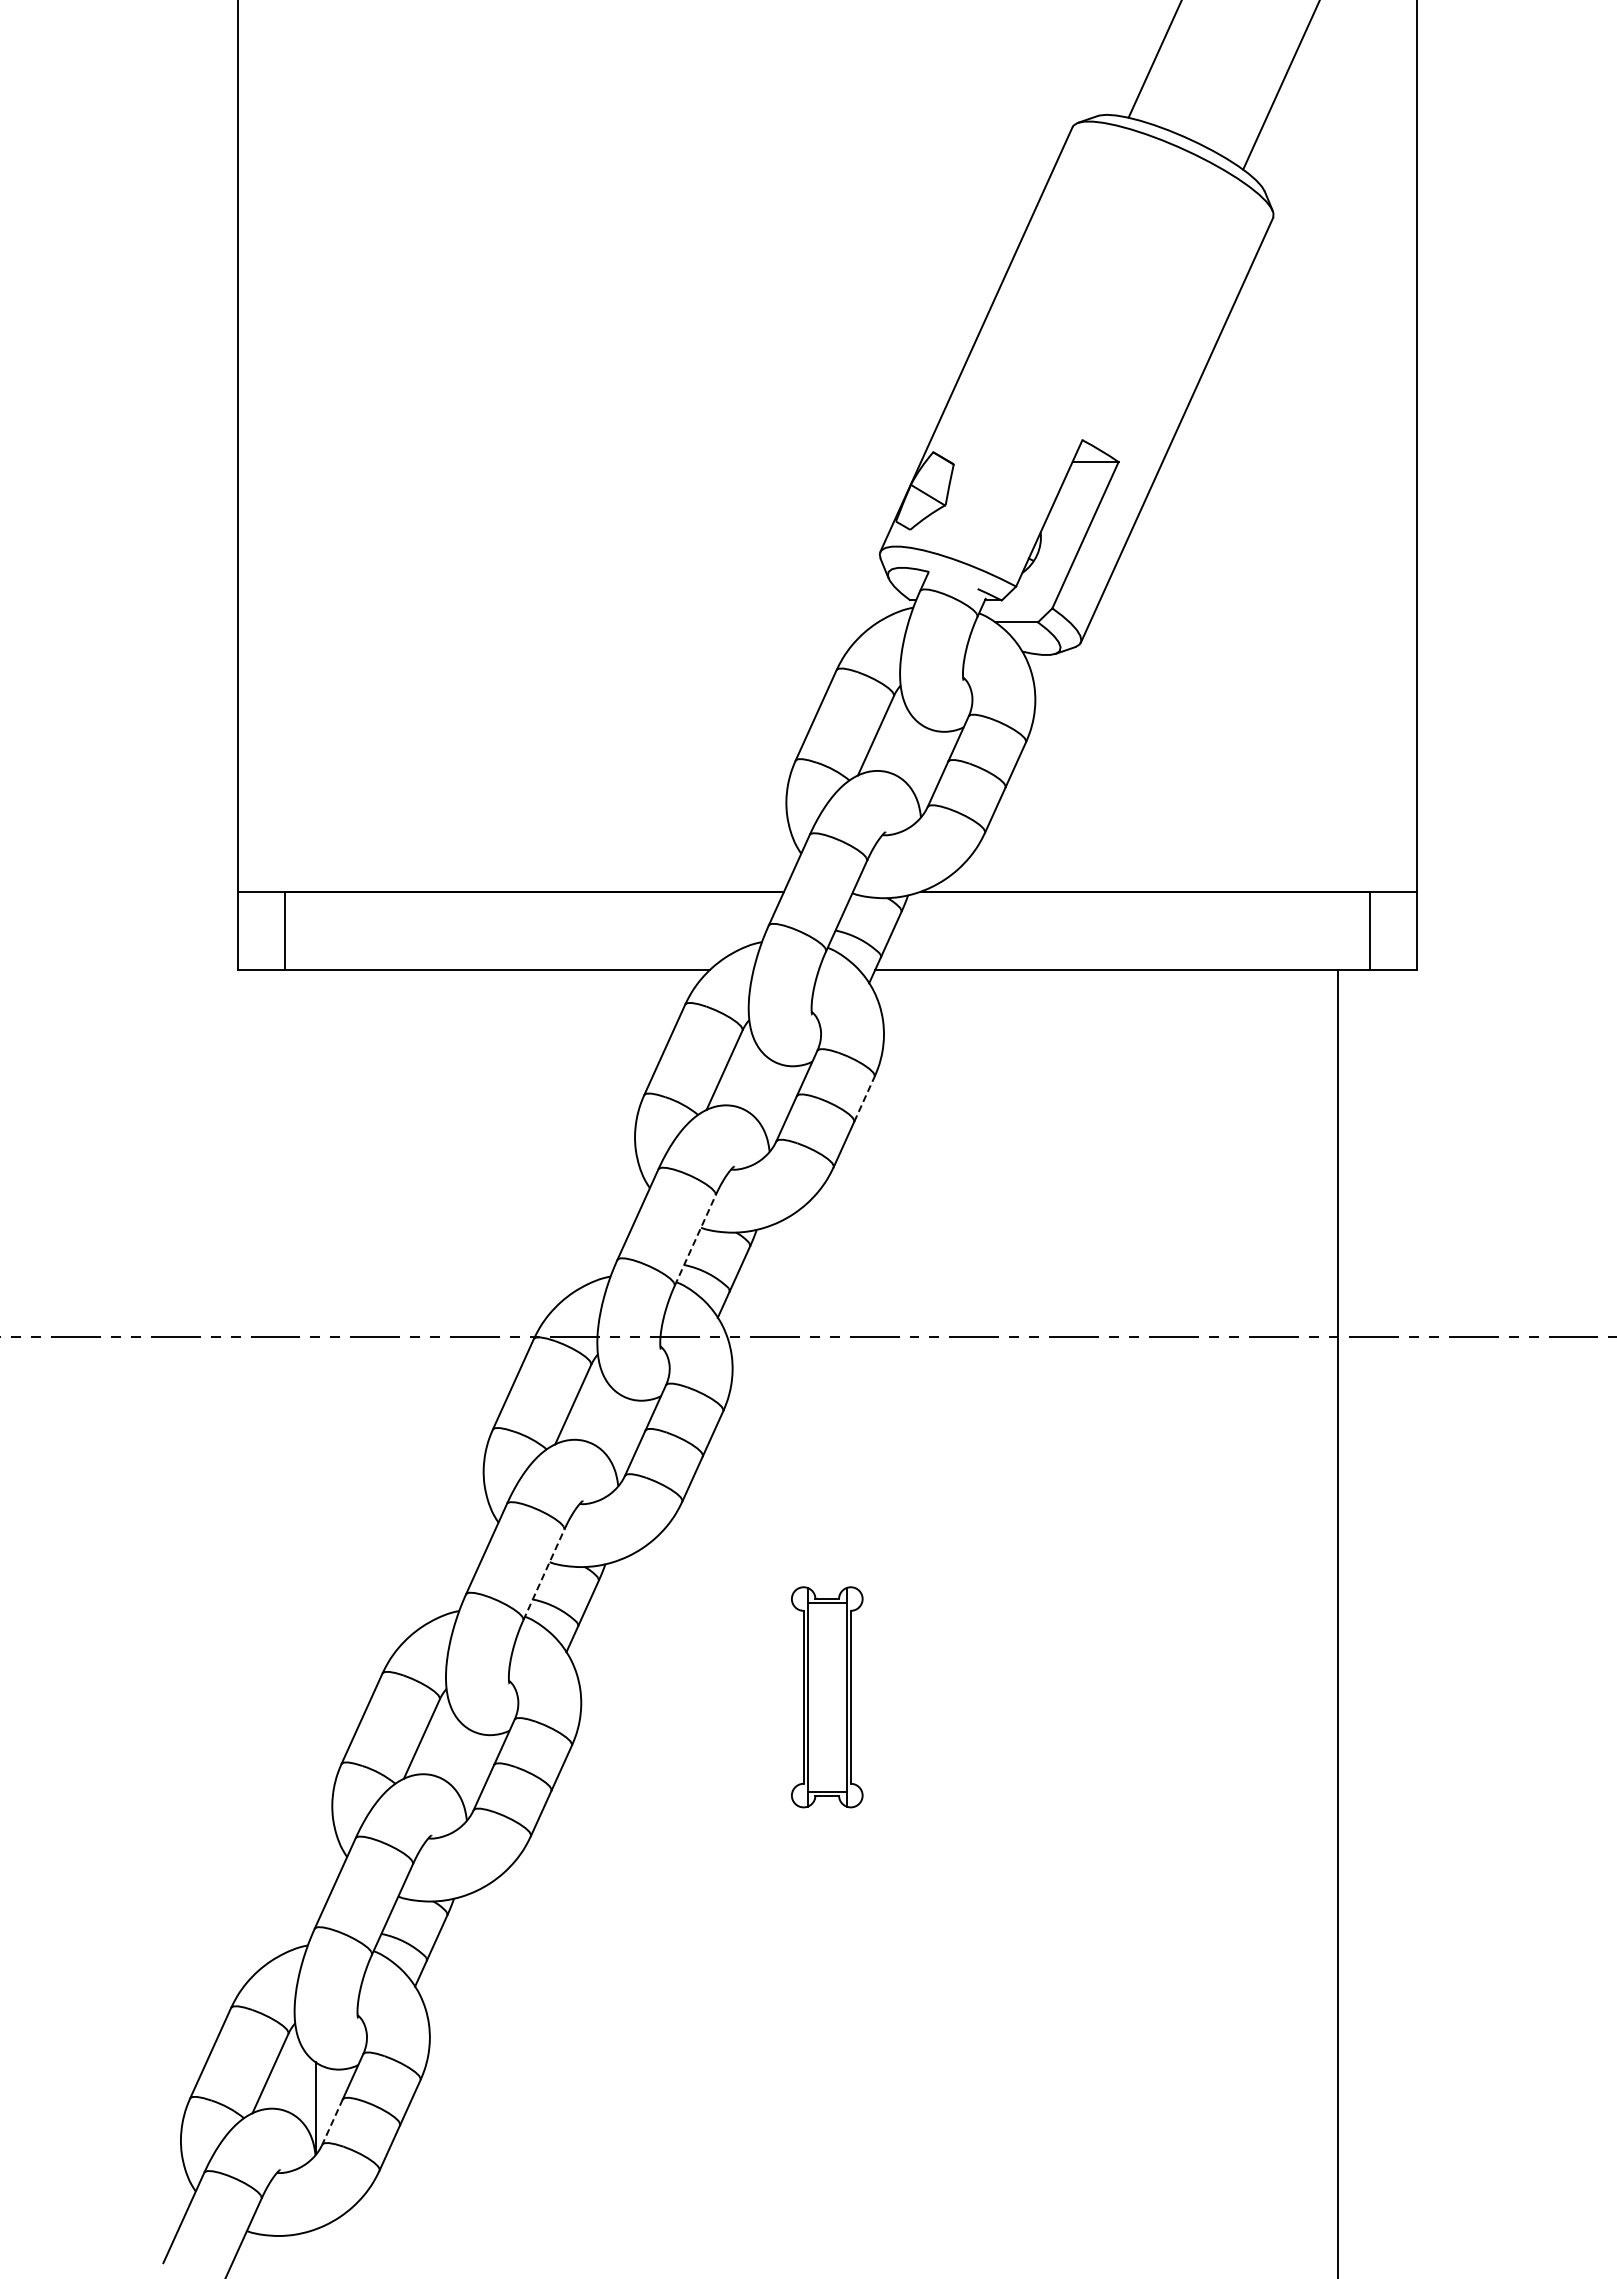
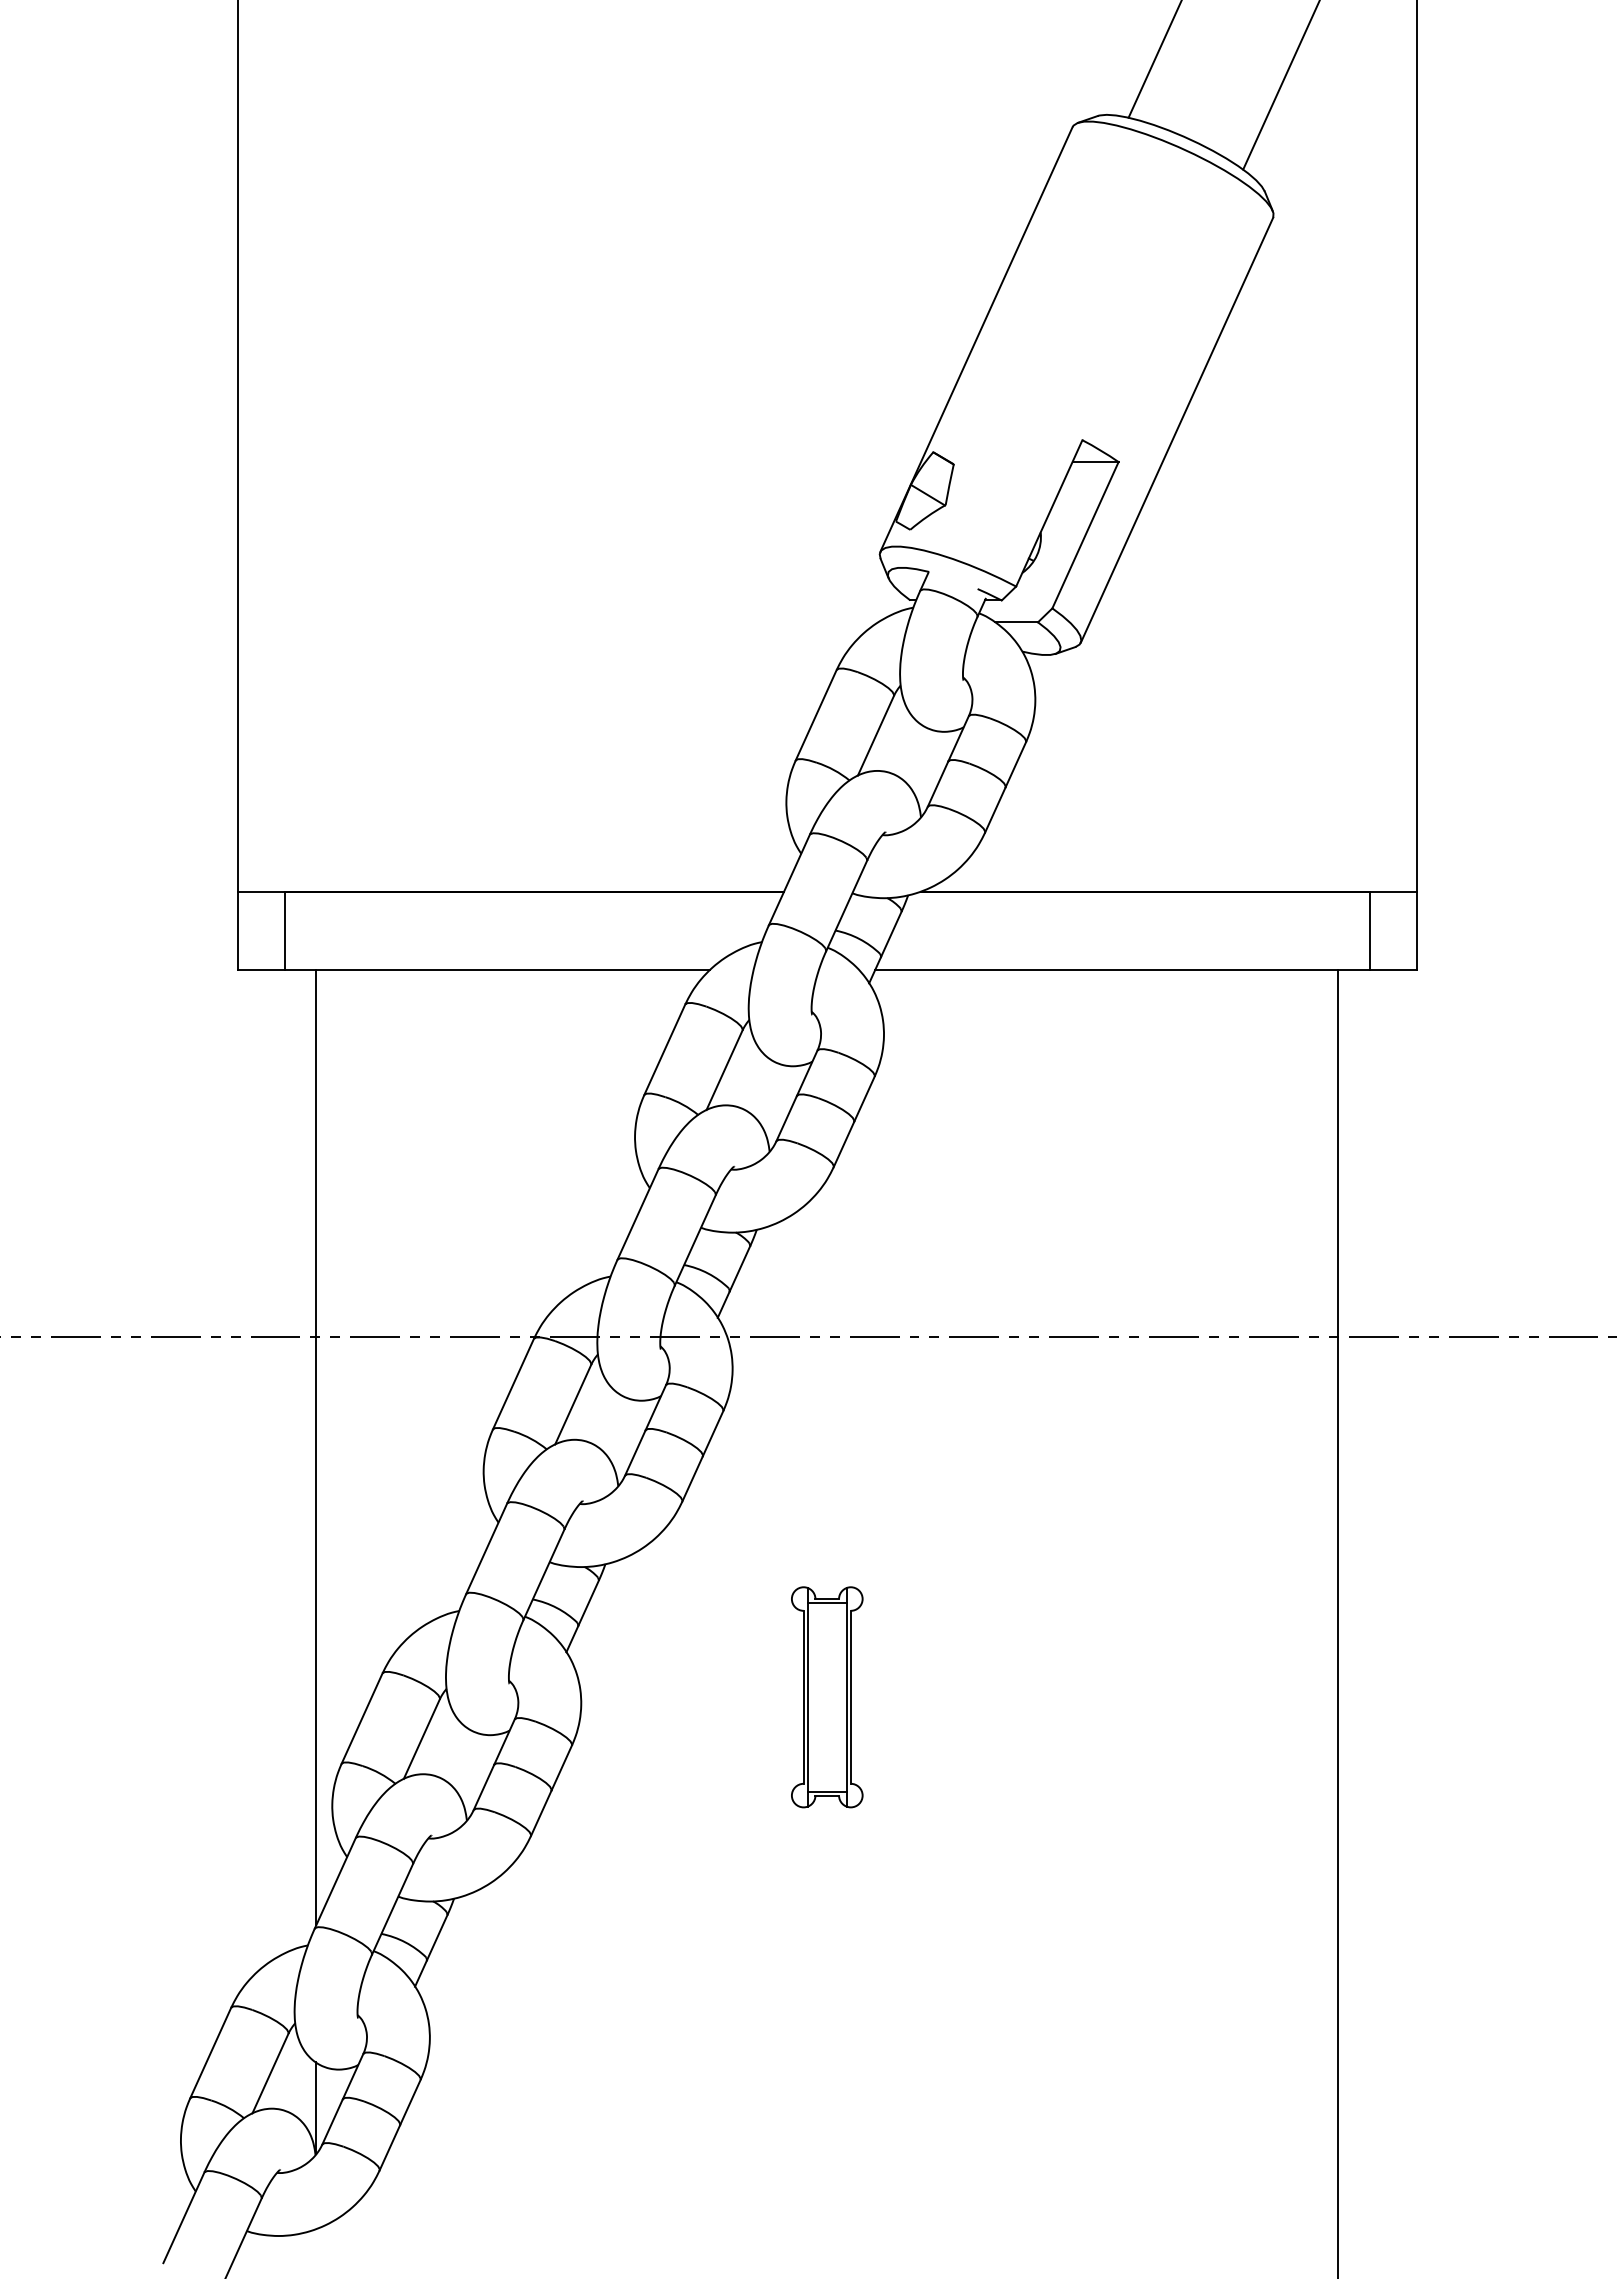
line at (864, 1099): dashed -> solid
line at (695, 1240): dashed -> solid
line at (316, 1447): none -> present
line at (543, 1574): dashed -> solid
line at (332, 2121): dashed -> solid
